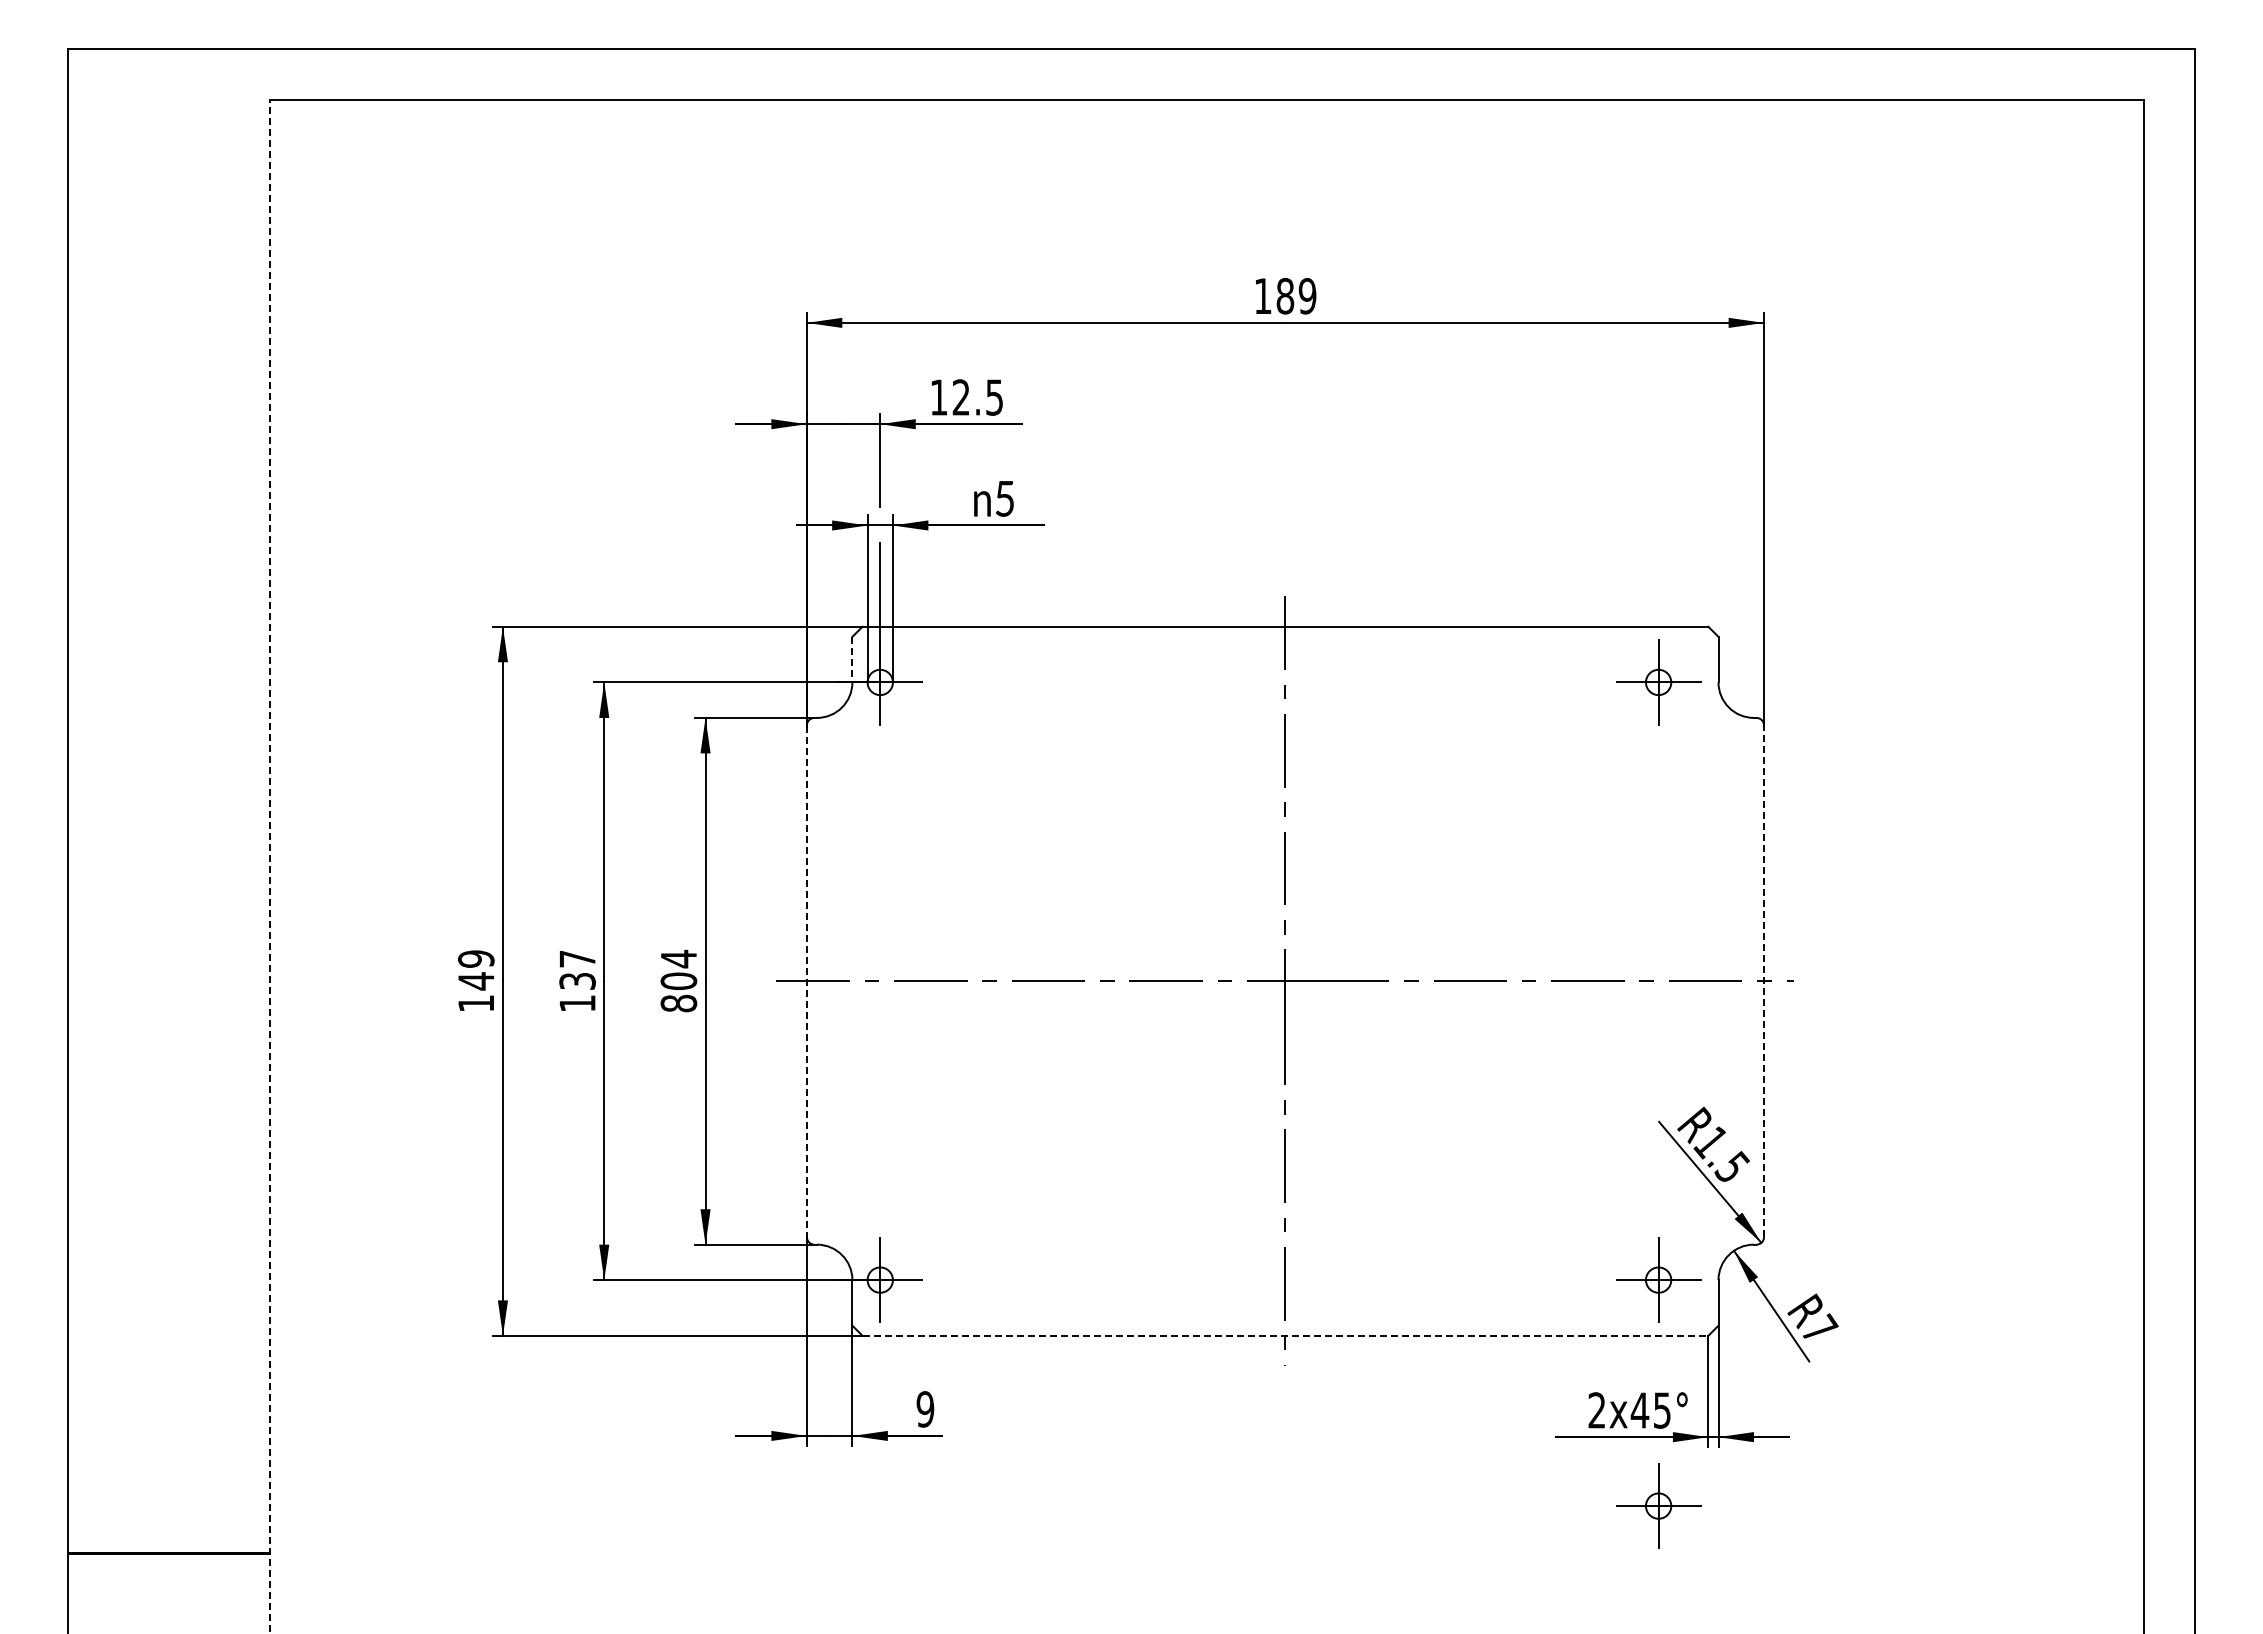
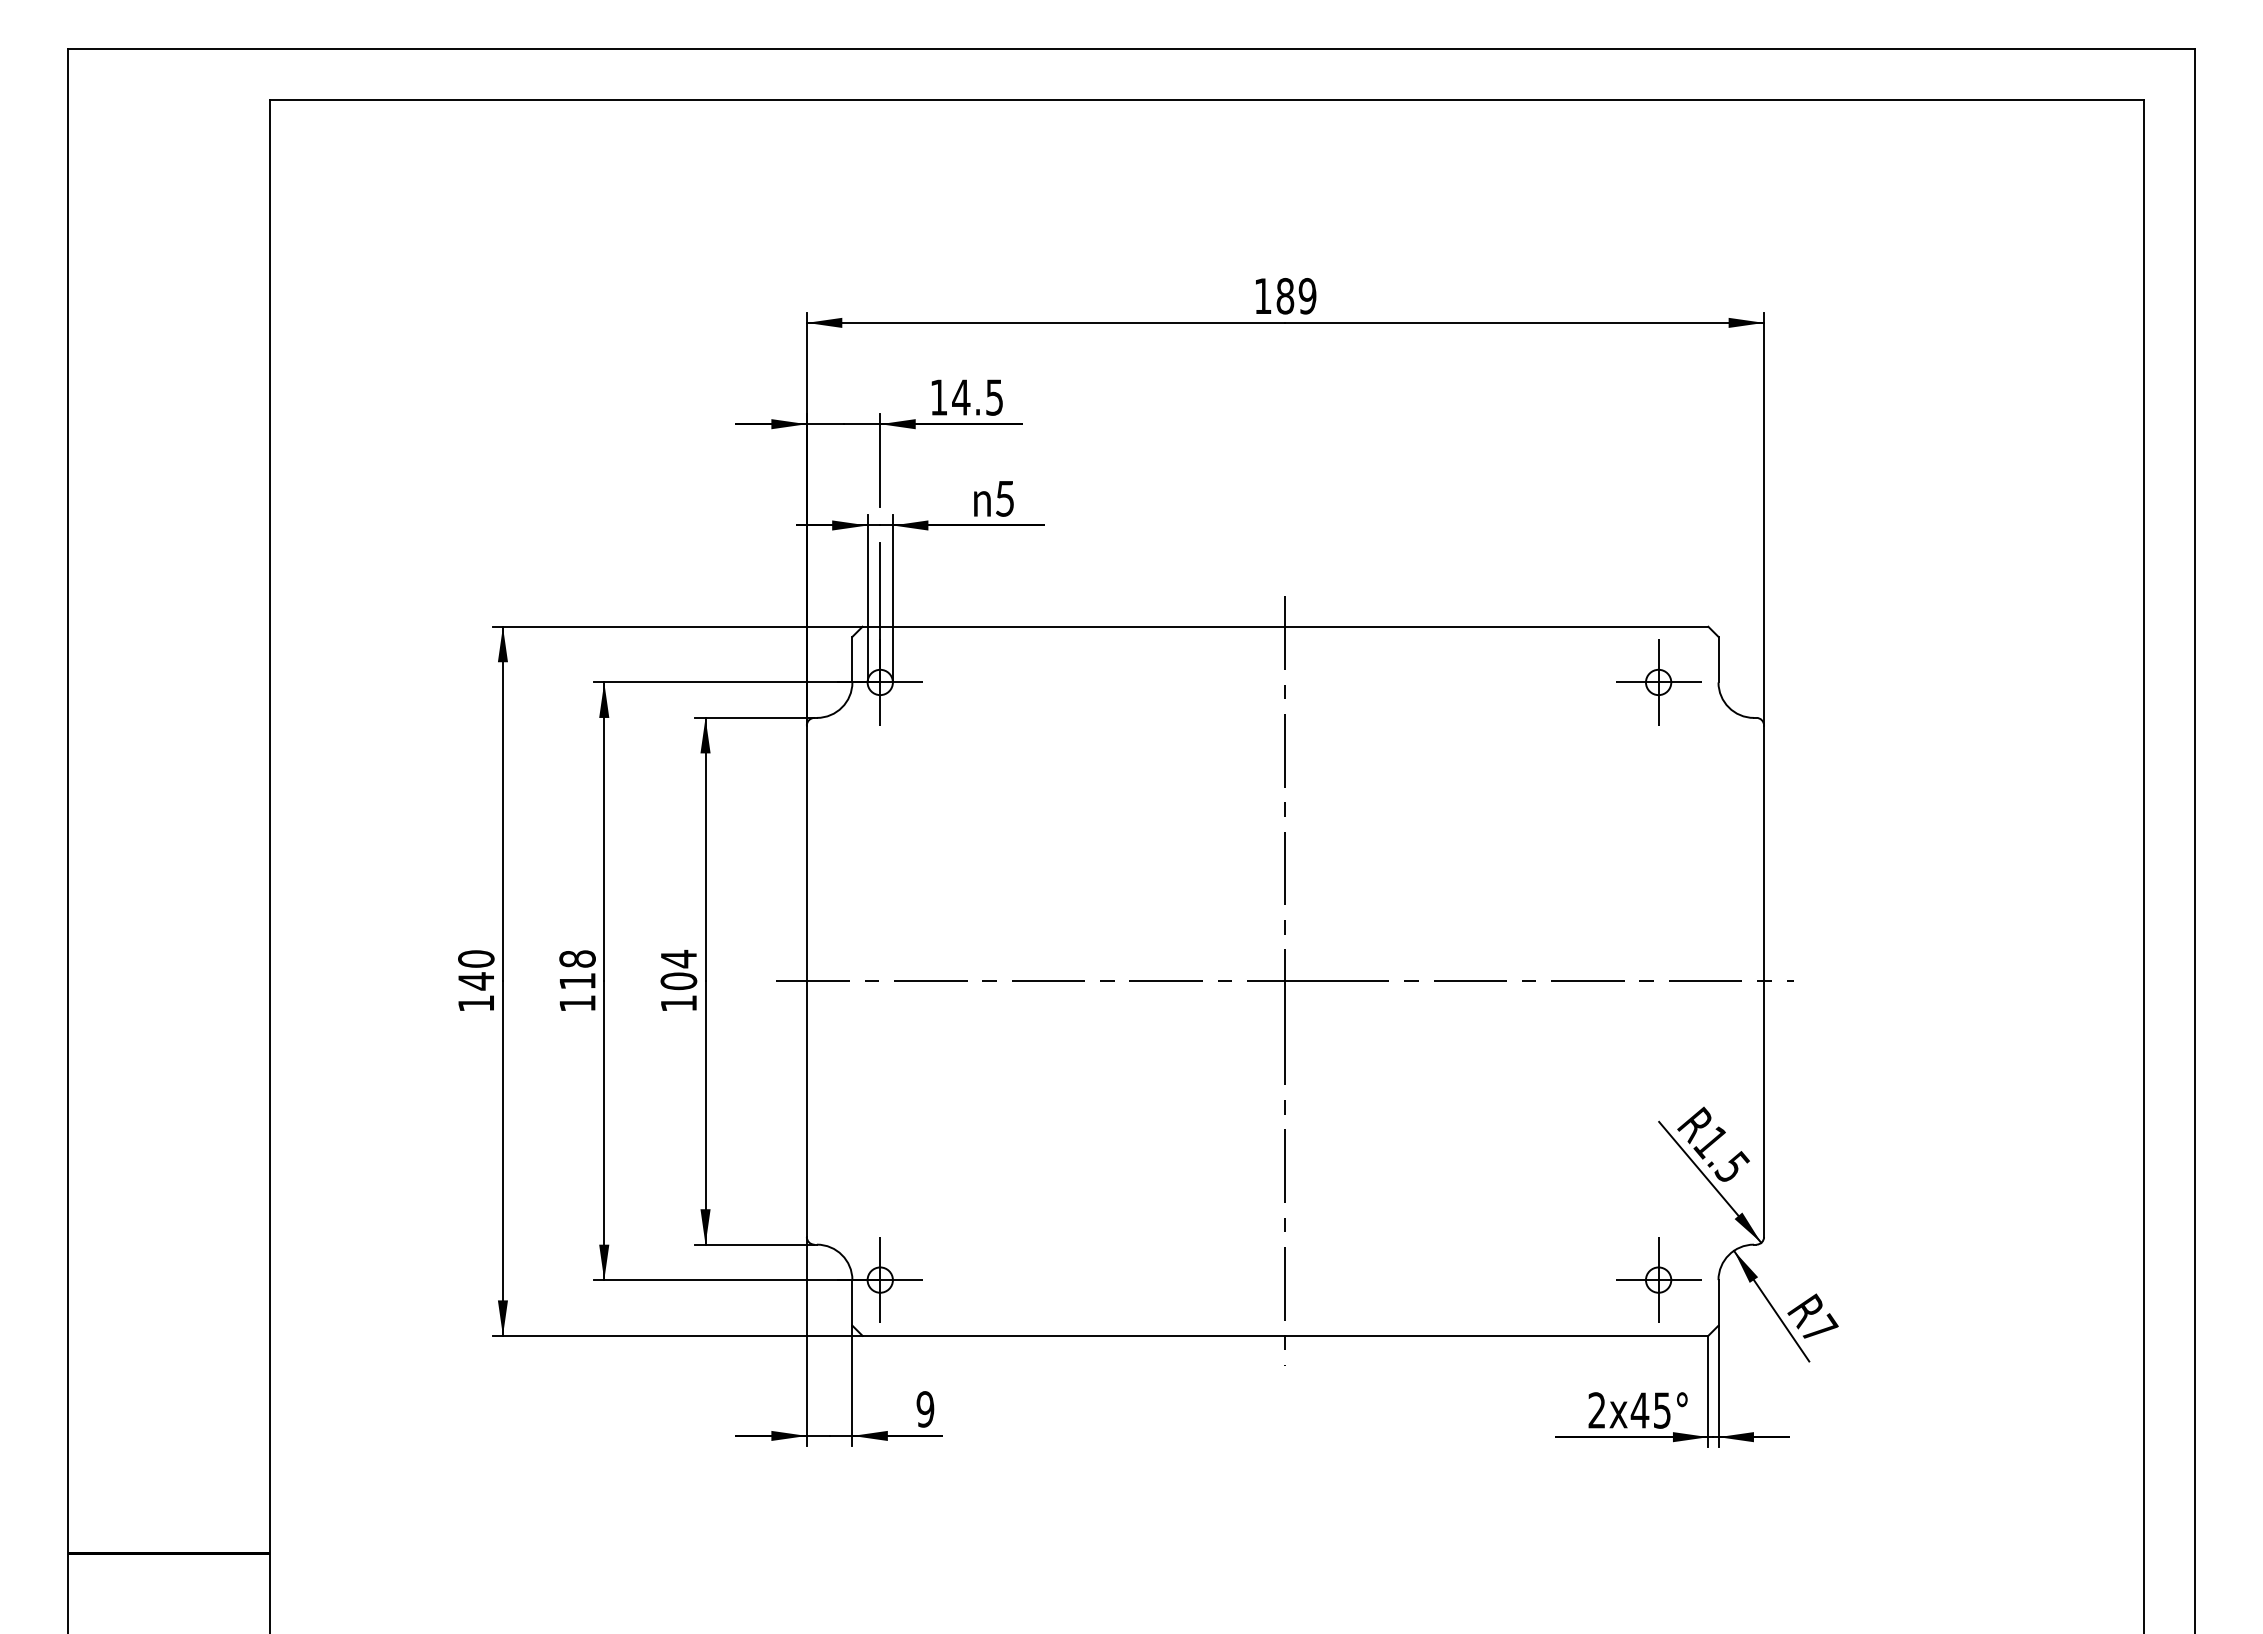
text at (961, 397): 12.5 -> 14.5
line at (852, 659): dashed -> solid
line at (270, 866): dashed -> solid
text at (476, 958): 149 -> 140
text at (577, 969): 137 -> 118
line at (806, 981): dashed -> solid
line at (1764, 981): dashed -> solid
text at (678, 1003): 804 -> 104
line at (1285, 1335): dashed -> solid
part at (1658, 1505): present -> none
